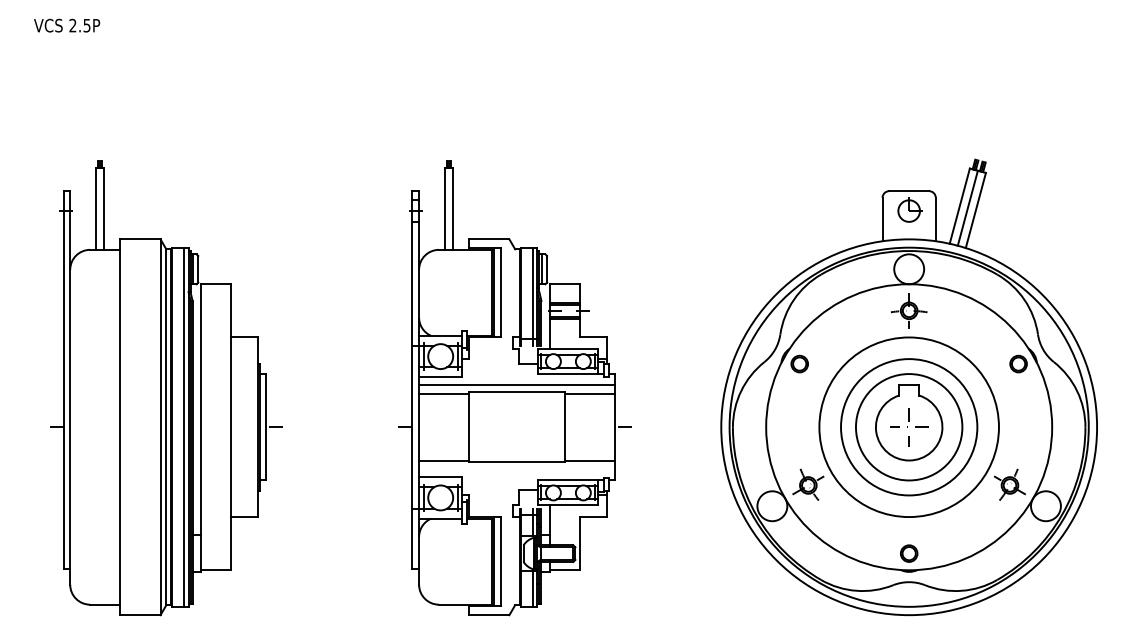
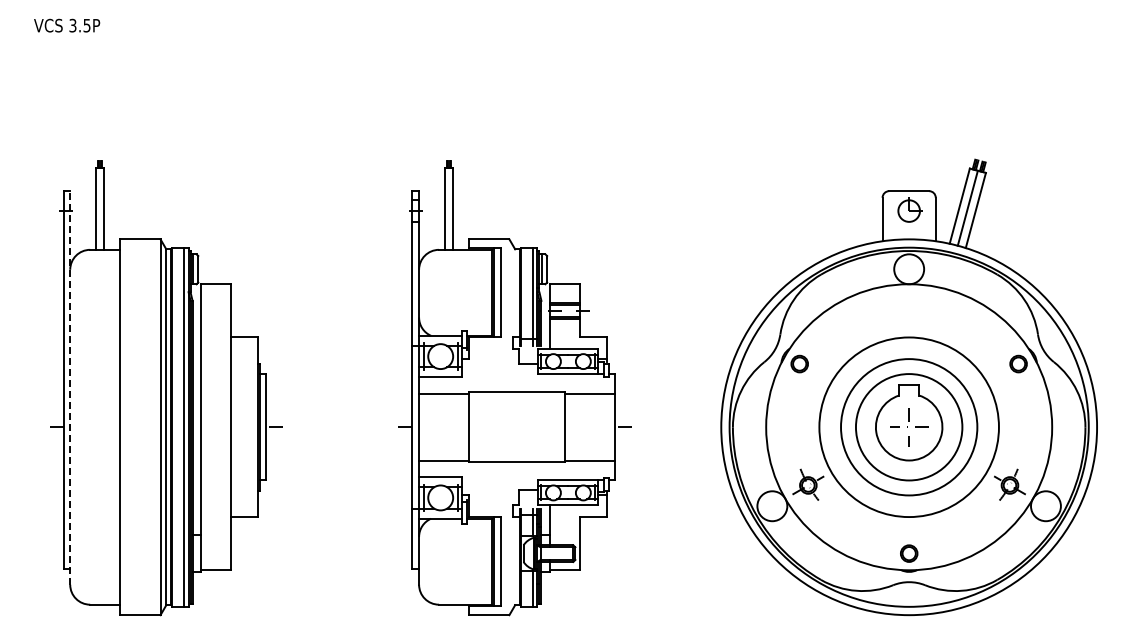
text at (72, 25): 2.5P -> 3.5P
part at (908, 310): present -> none
line at (517, 384): present -> none
line at (70, 387): solid -> dashed
